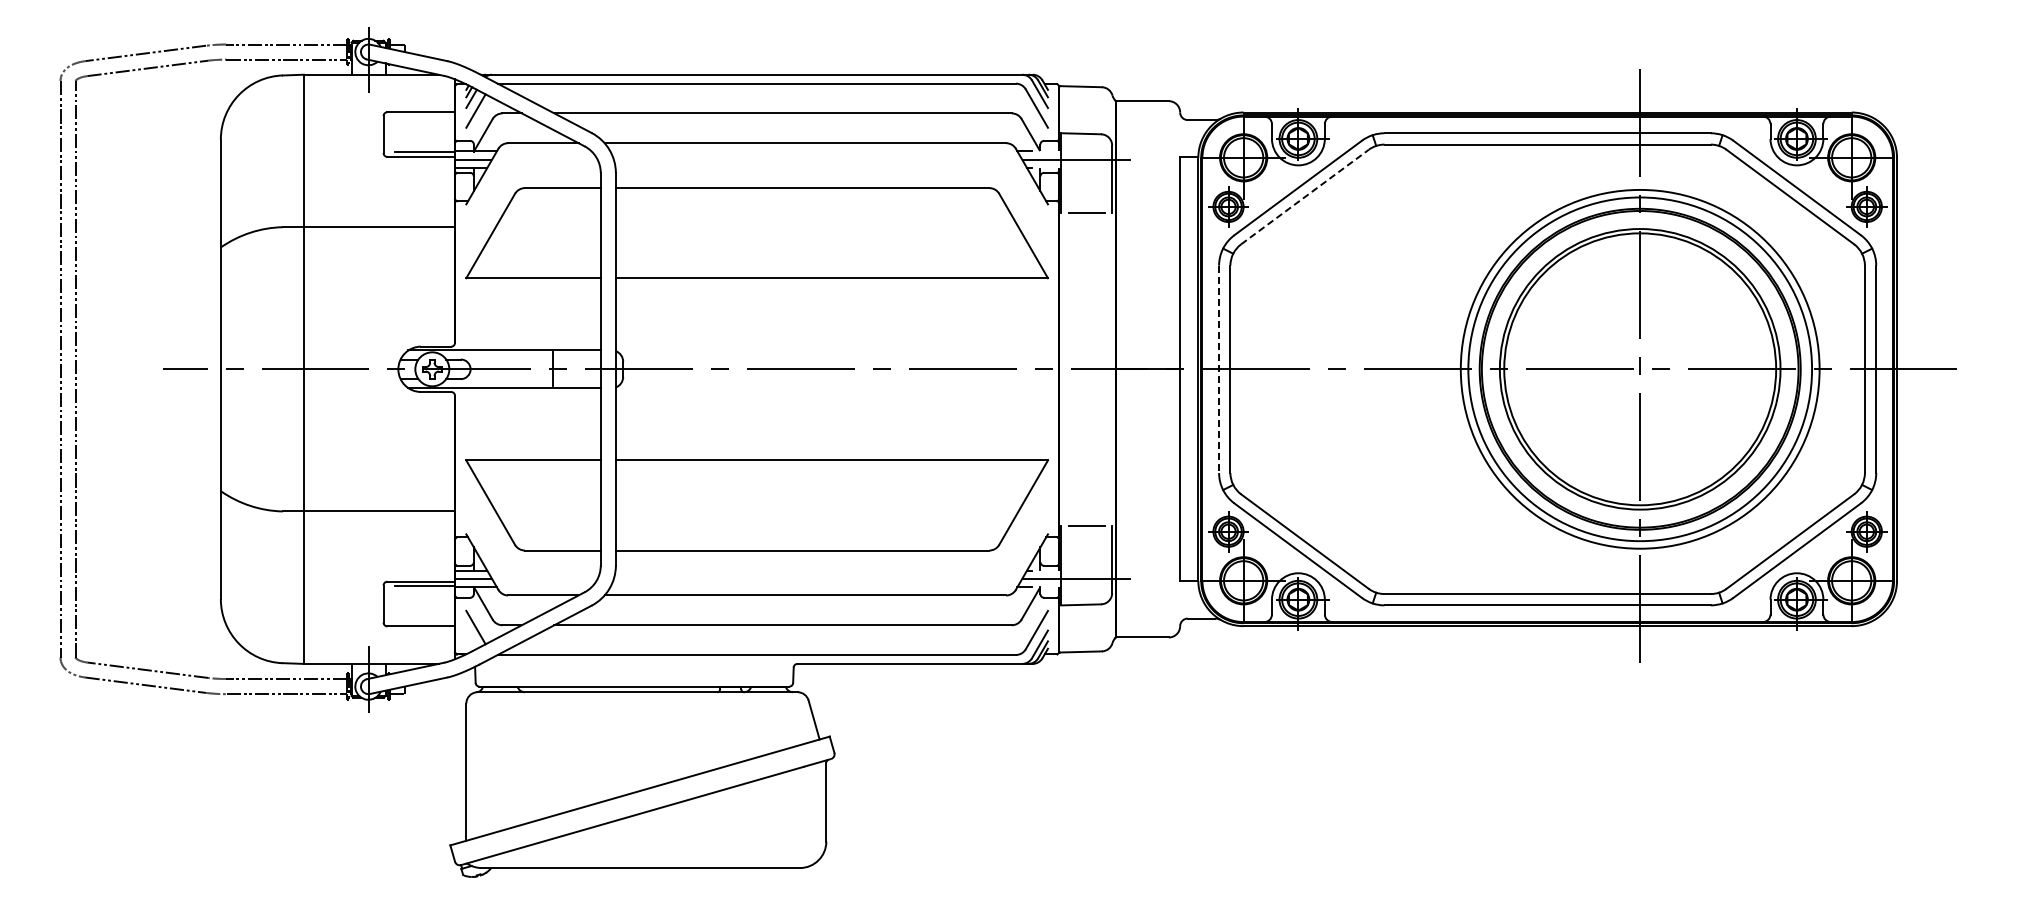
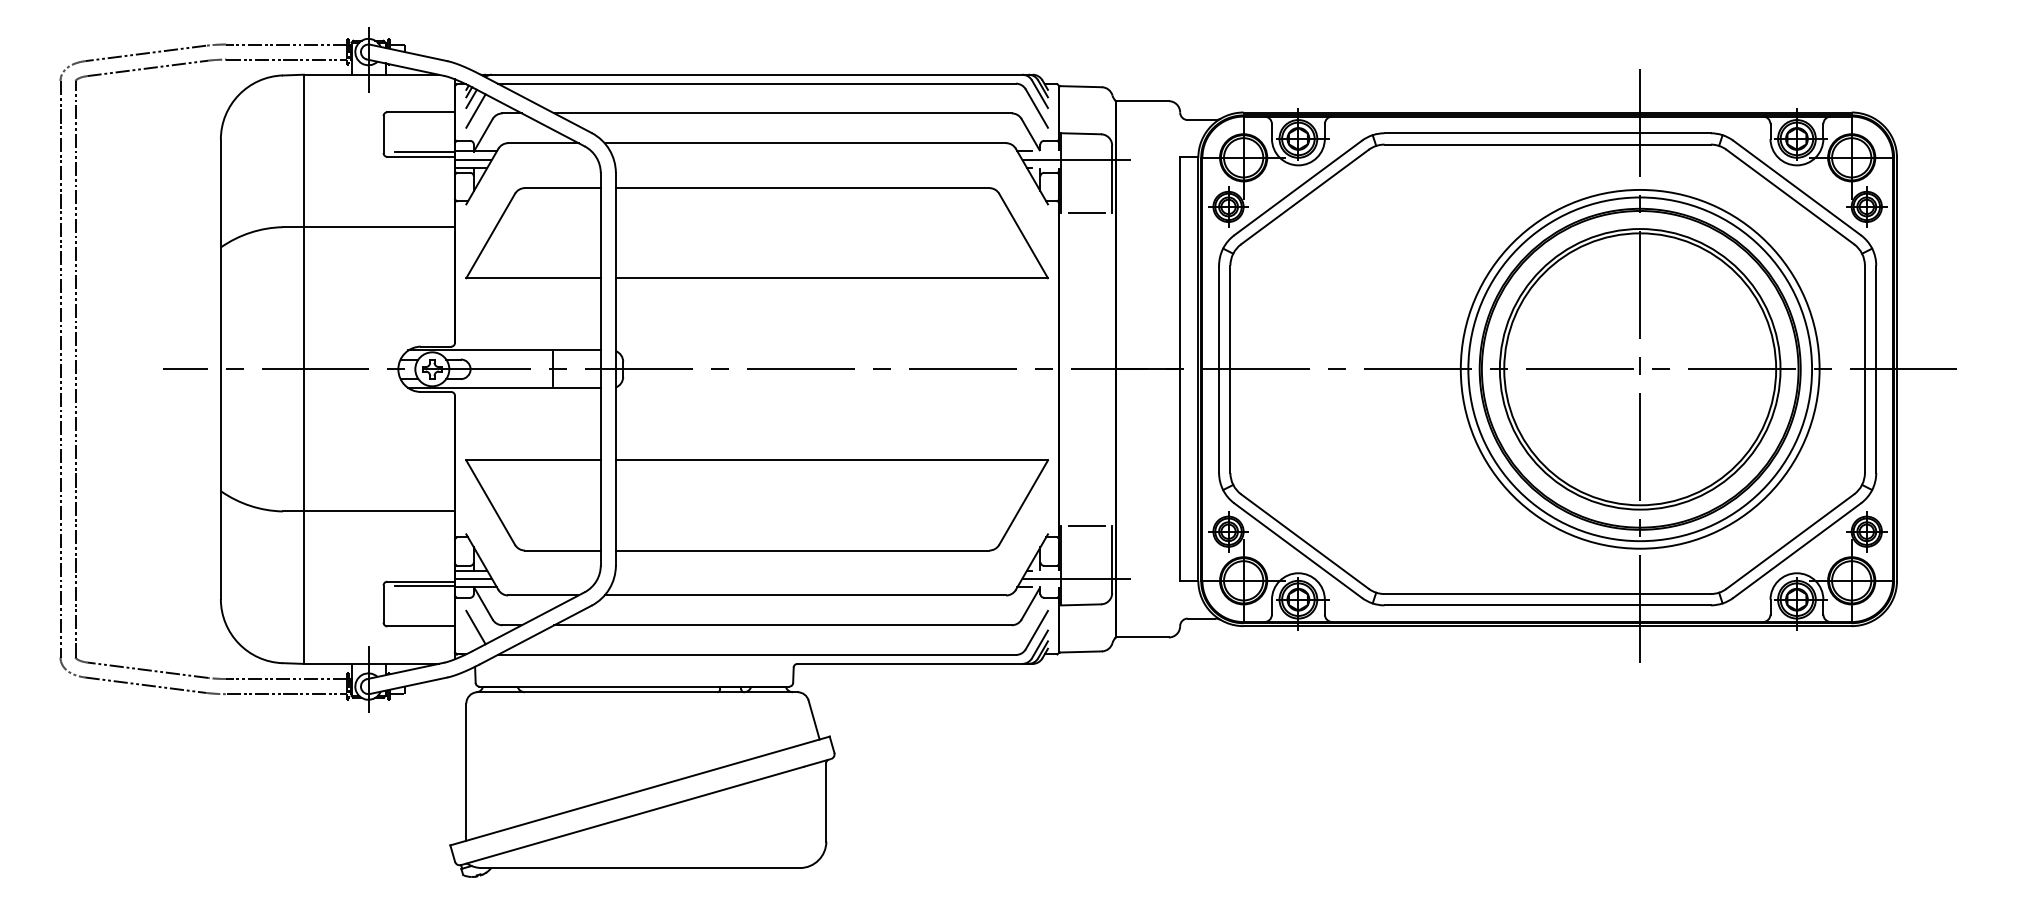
line at (1305, 196): dashed -> solid
line at (1219, 369): dashed -> solid
